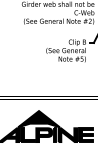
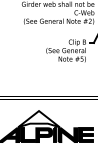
fill at (38, 119): present -> none
